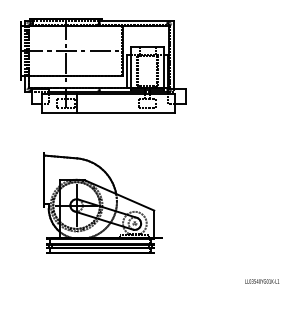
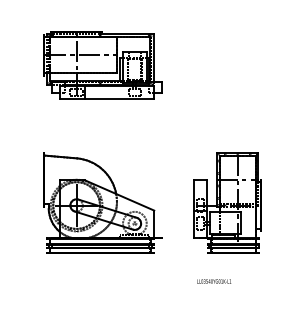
part at (103, 65) size: 167x96 px -> 120x69 px
part at (227, 202): none -> present
text at (262, 281) position: (262, 281) -> (214, 281)
